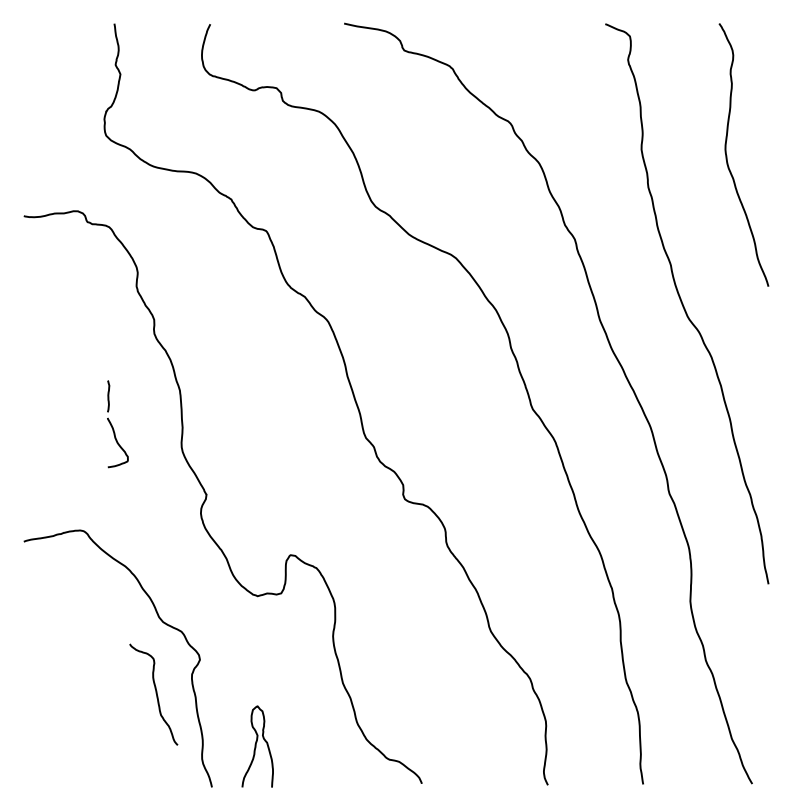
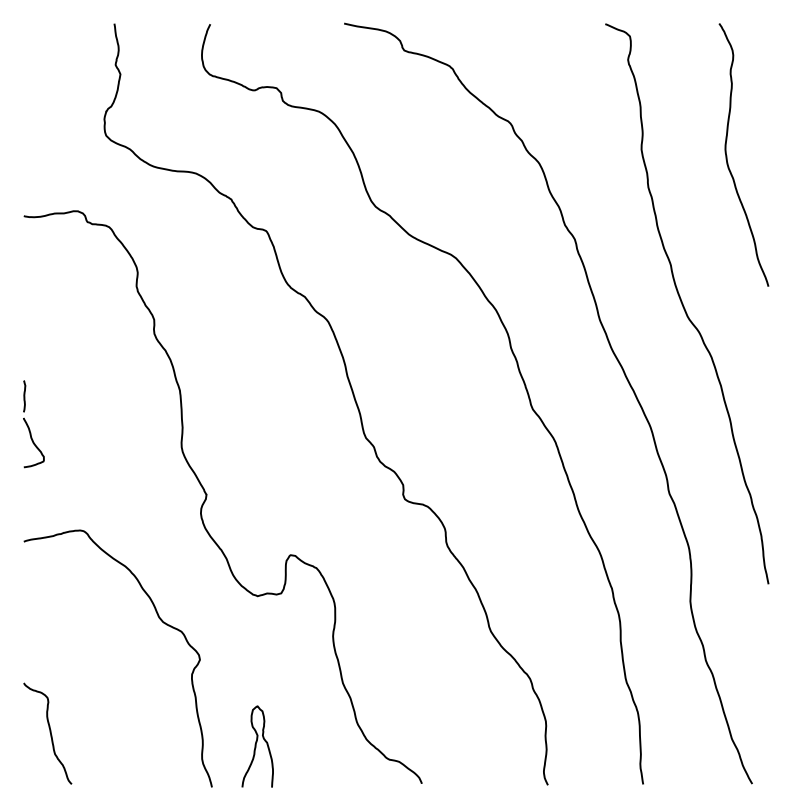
part at (117, 424) position: (117, 424) -> (33, 424)
curve at (155, 693) position: (155, 693) -> (49, 732)
